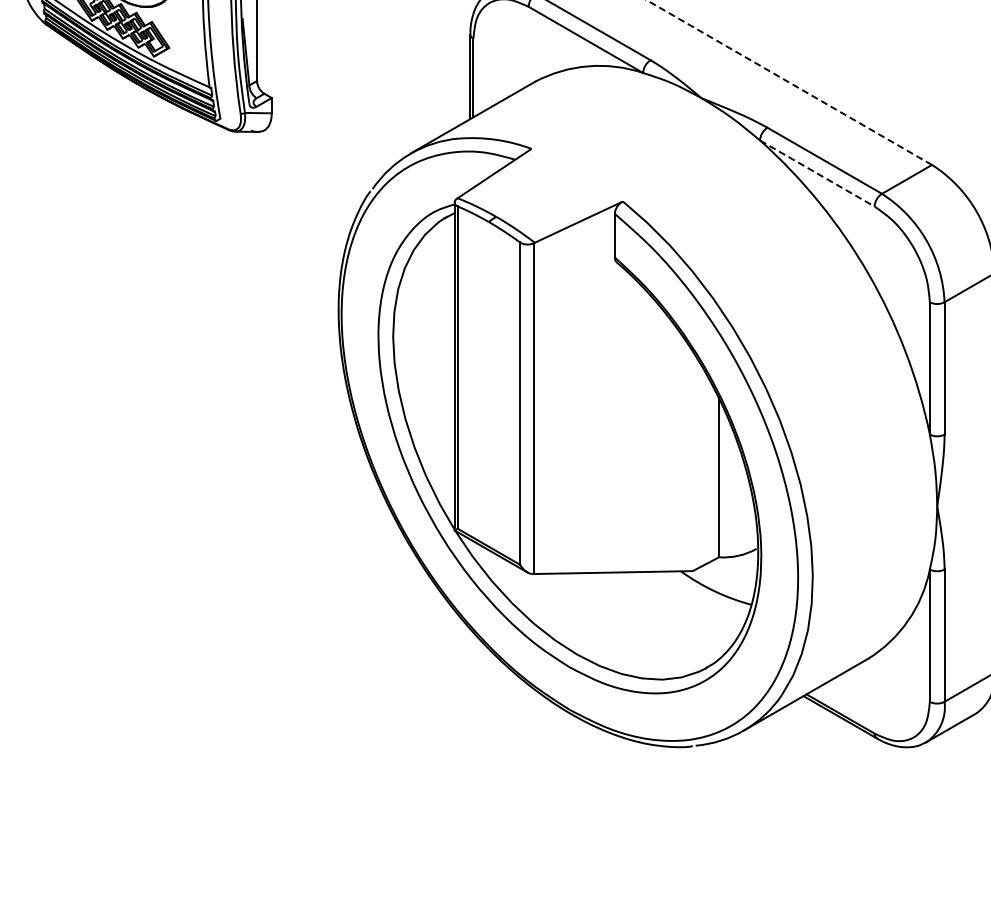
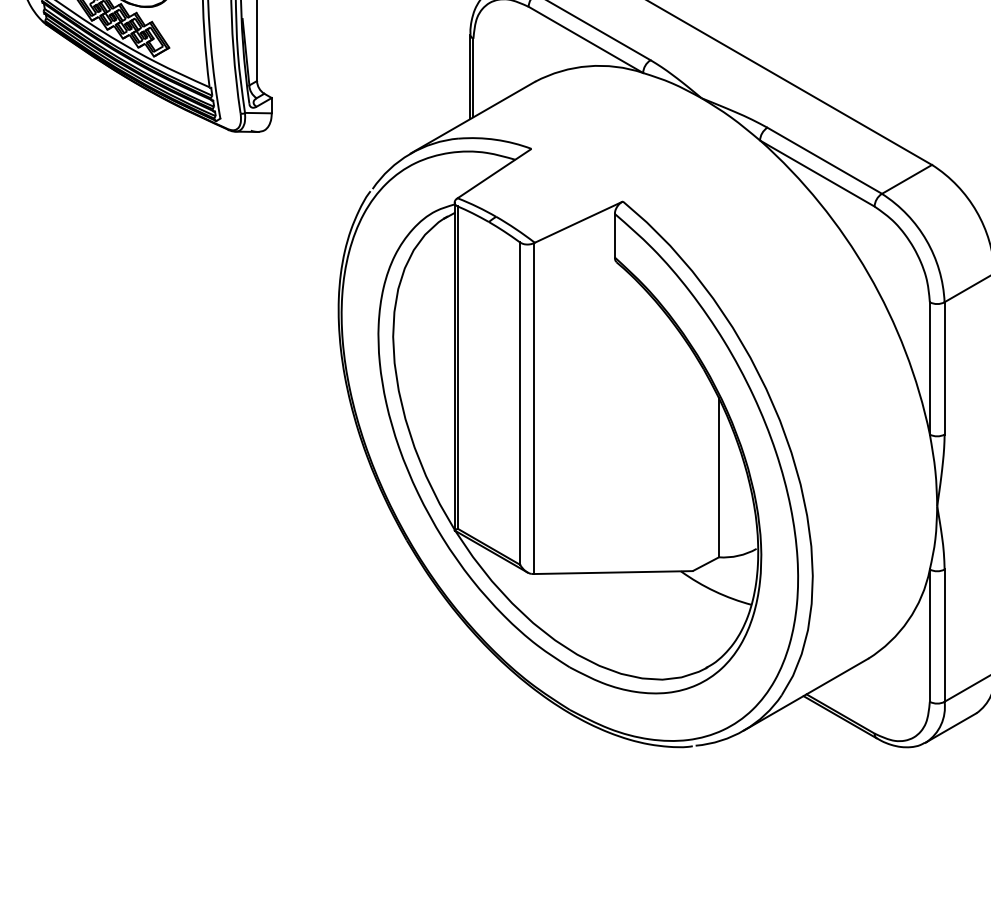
line at (789, 82): dashed -> solid
line at (817, 173): dashed -> solid
